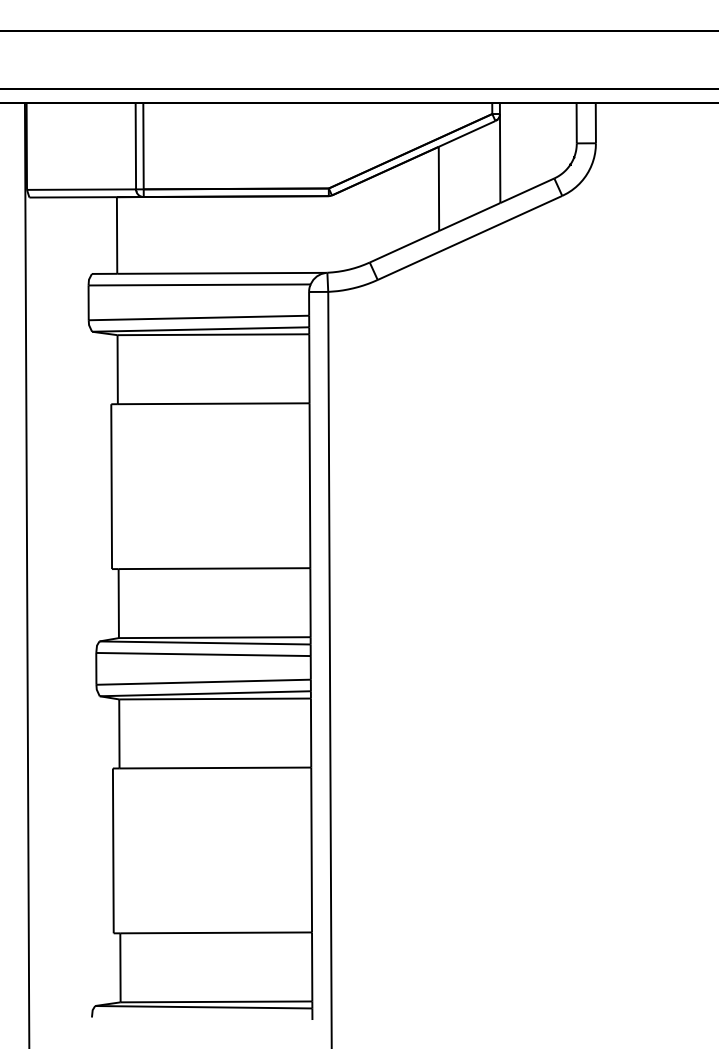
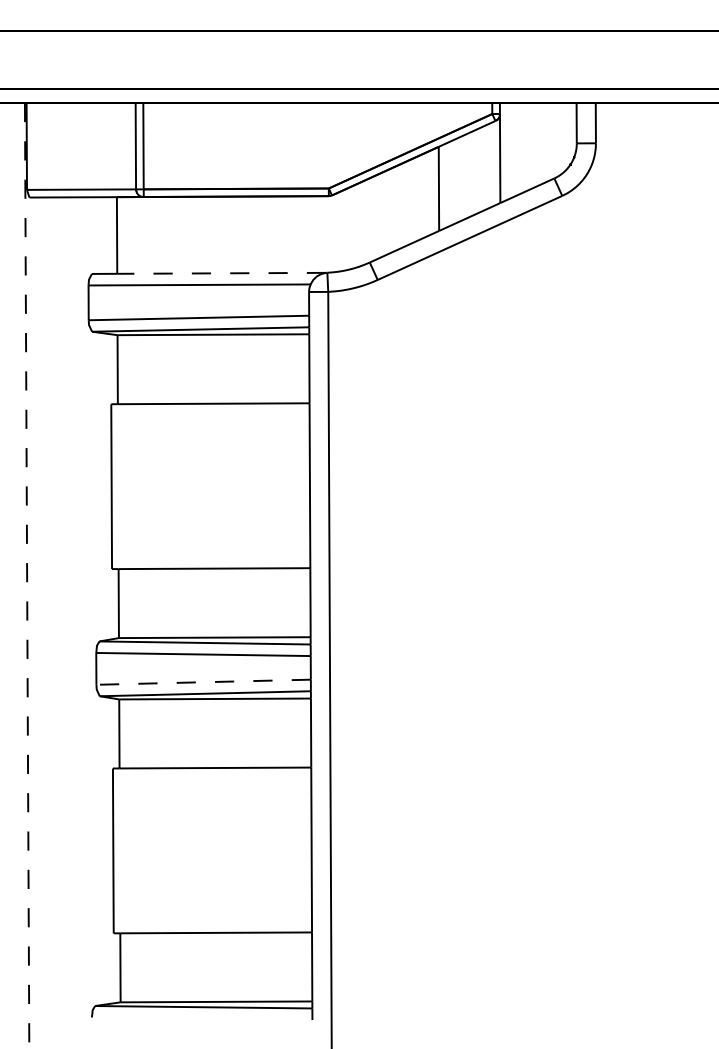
line at (221, 273): solid -> dashed
line at (27, 575): solid -> dashed
line at (203, 682): solid -> dashed
